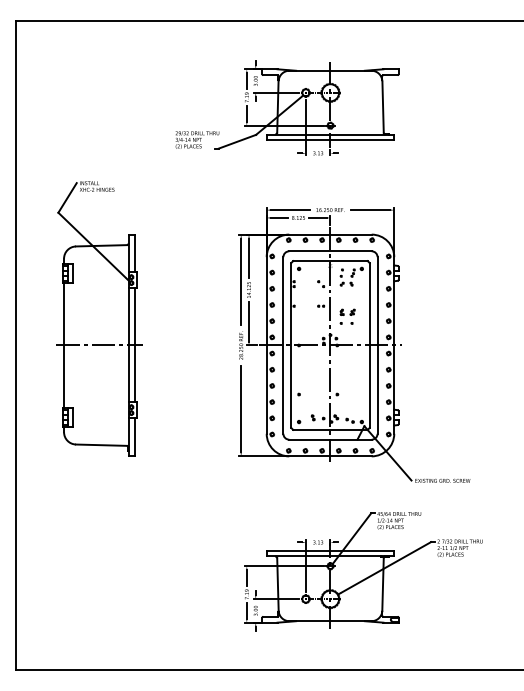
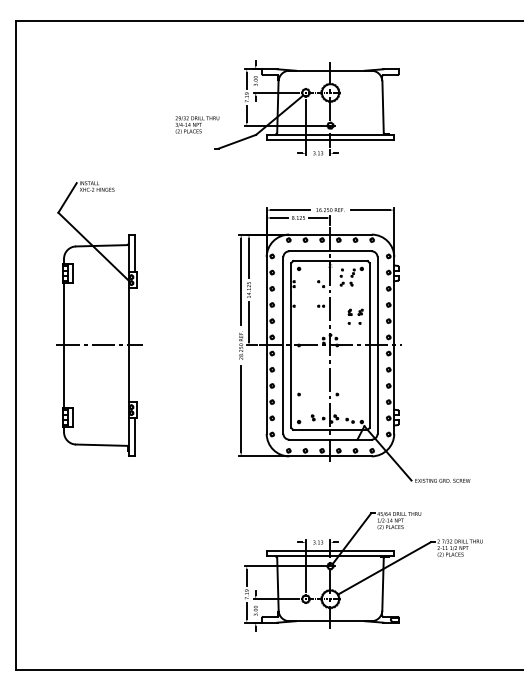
text at (197, 139) position: (197, 139) -> (197, 124)
part at (347, 316) position: (347, 316) -> (355, 316)
line at (134, 344): present -> none
